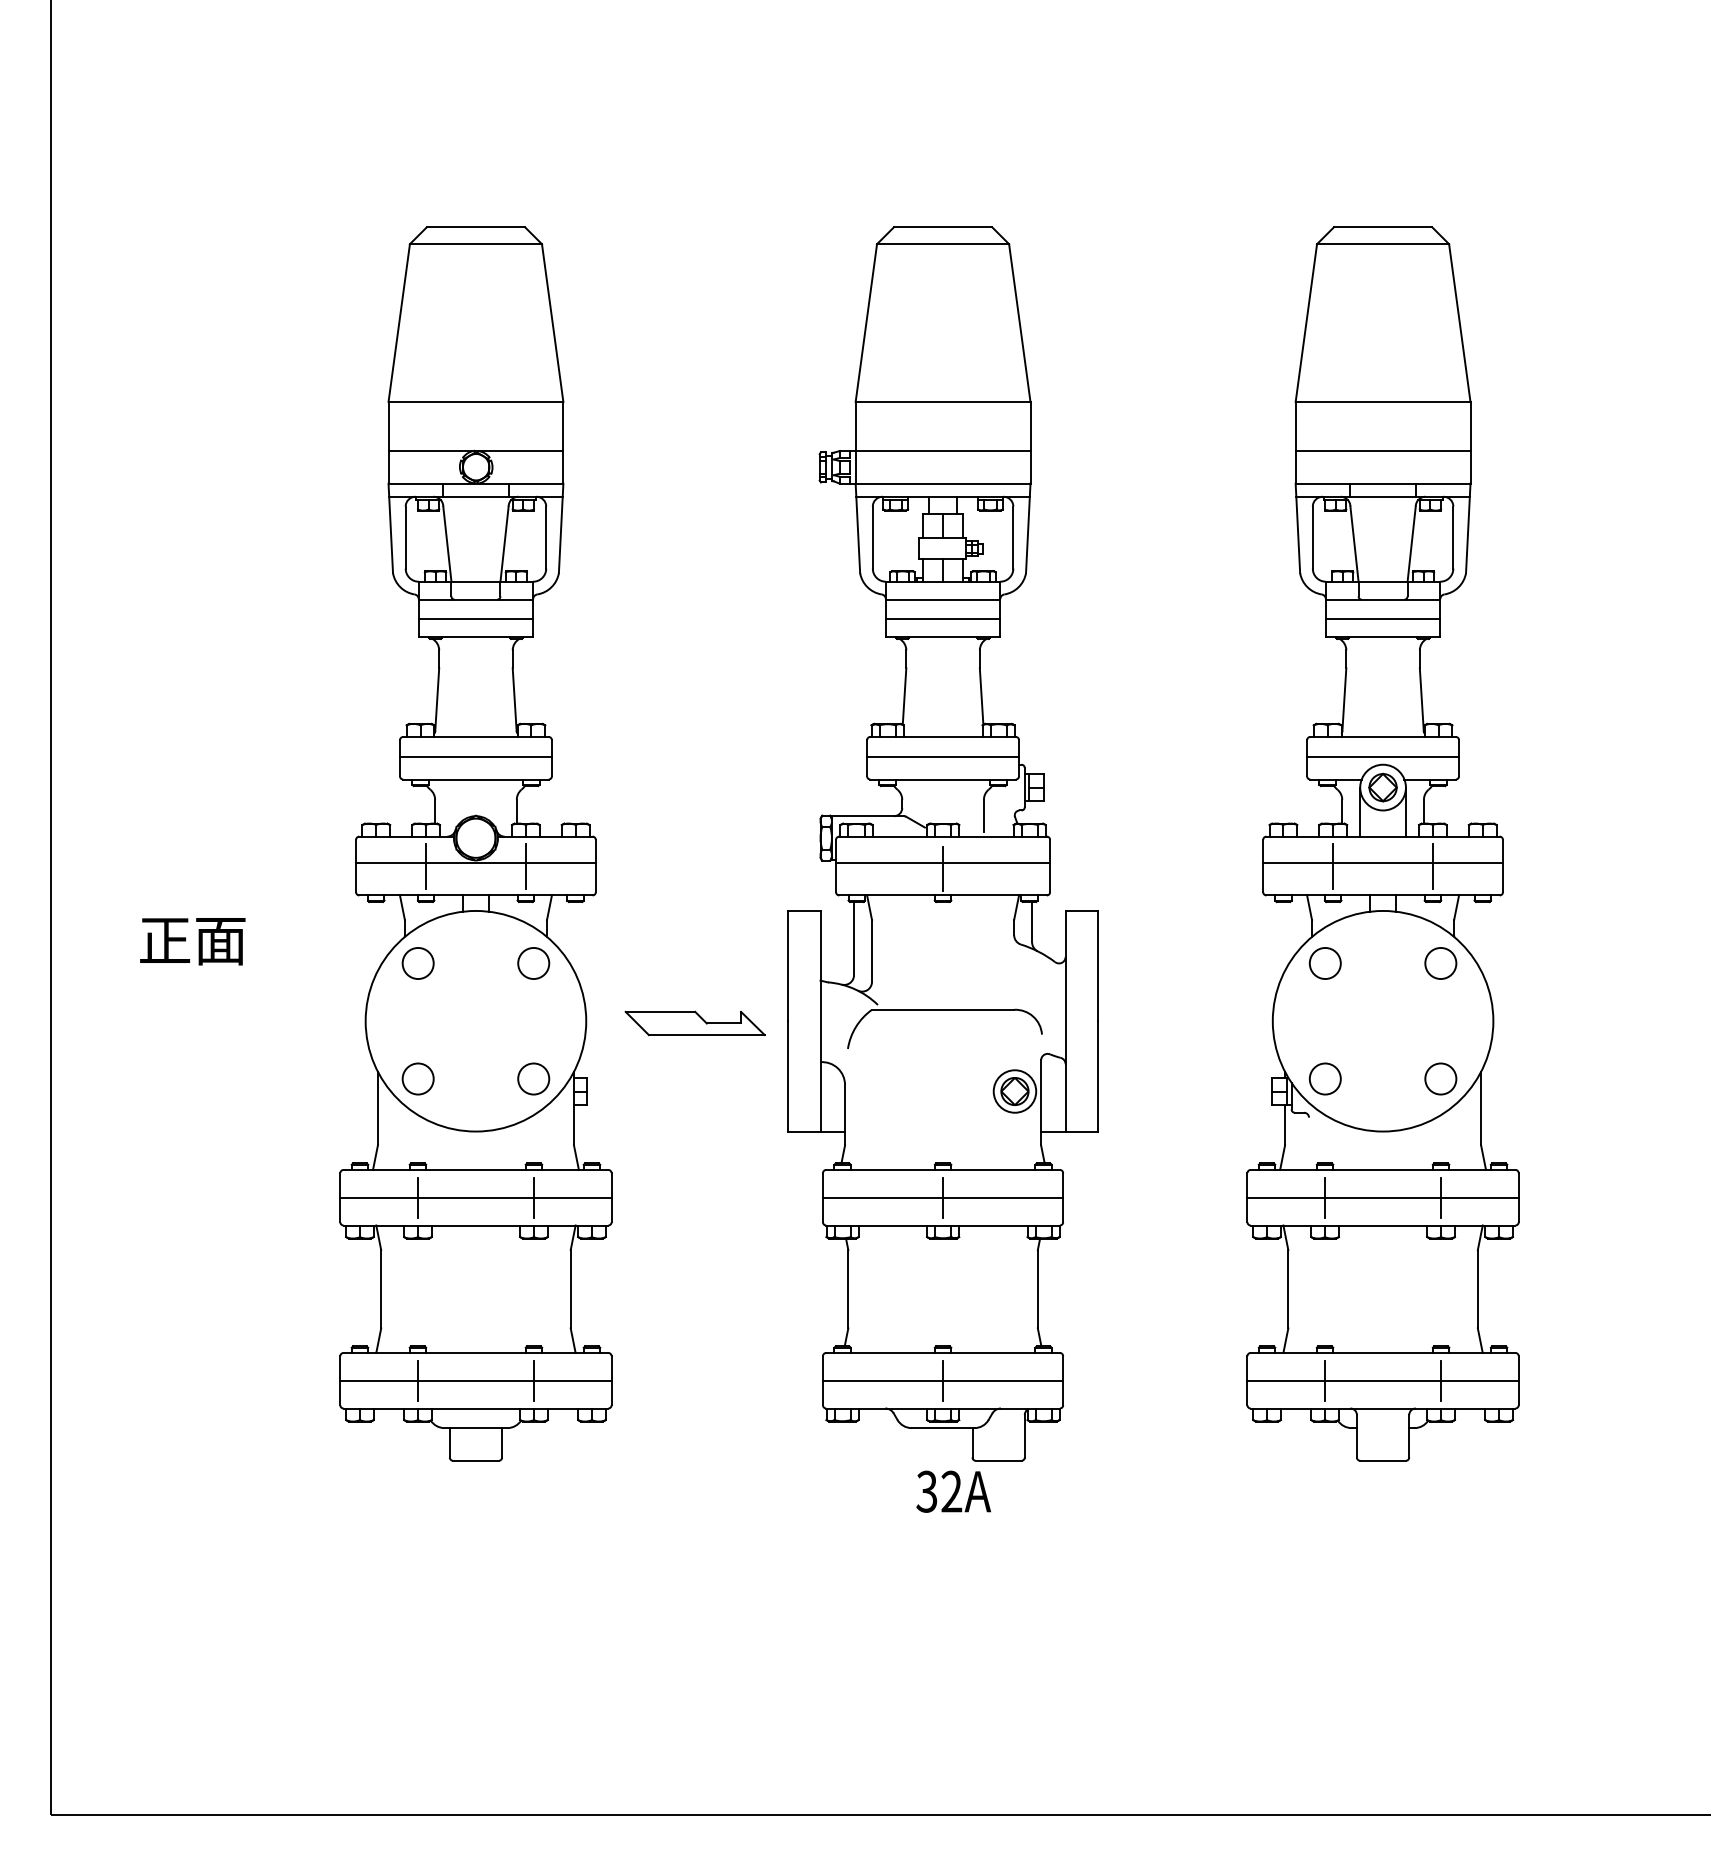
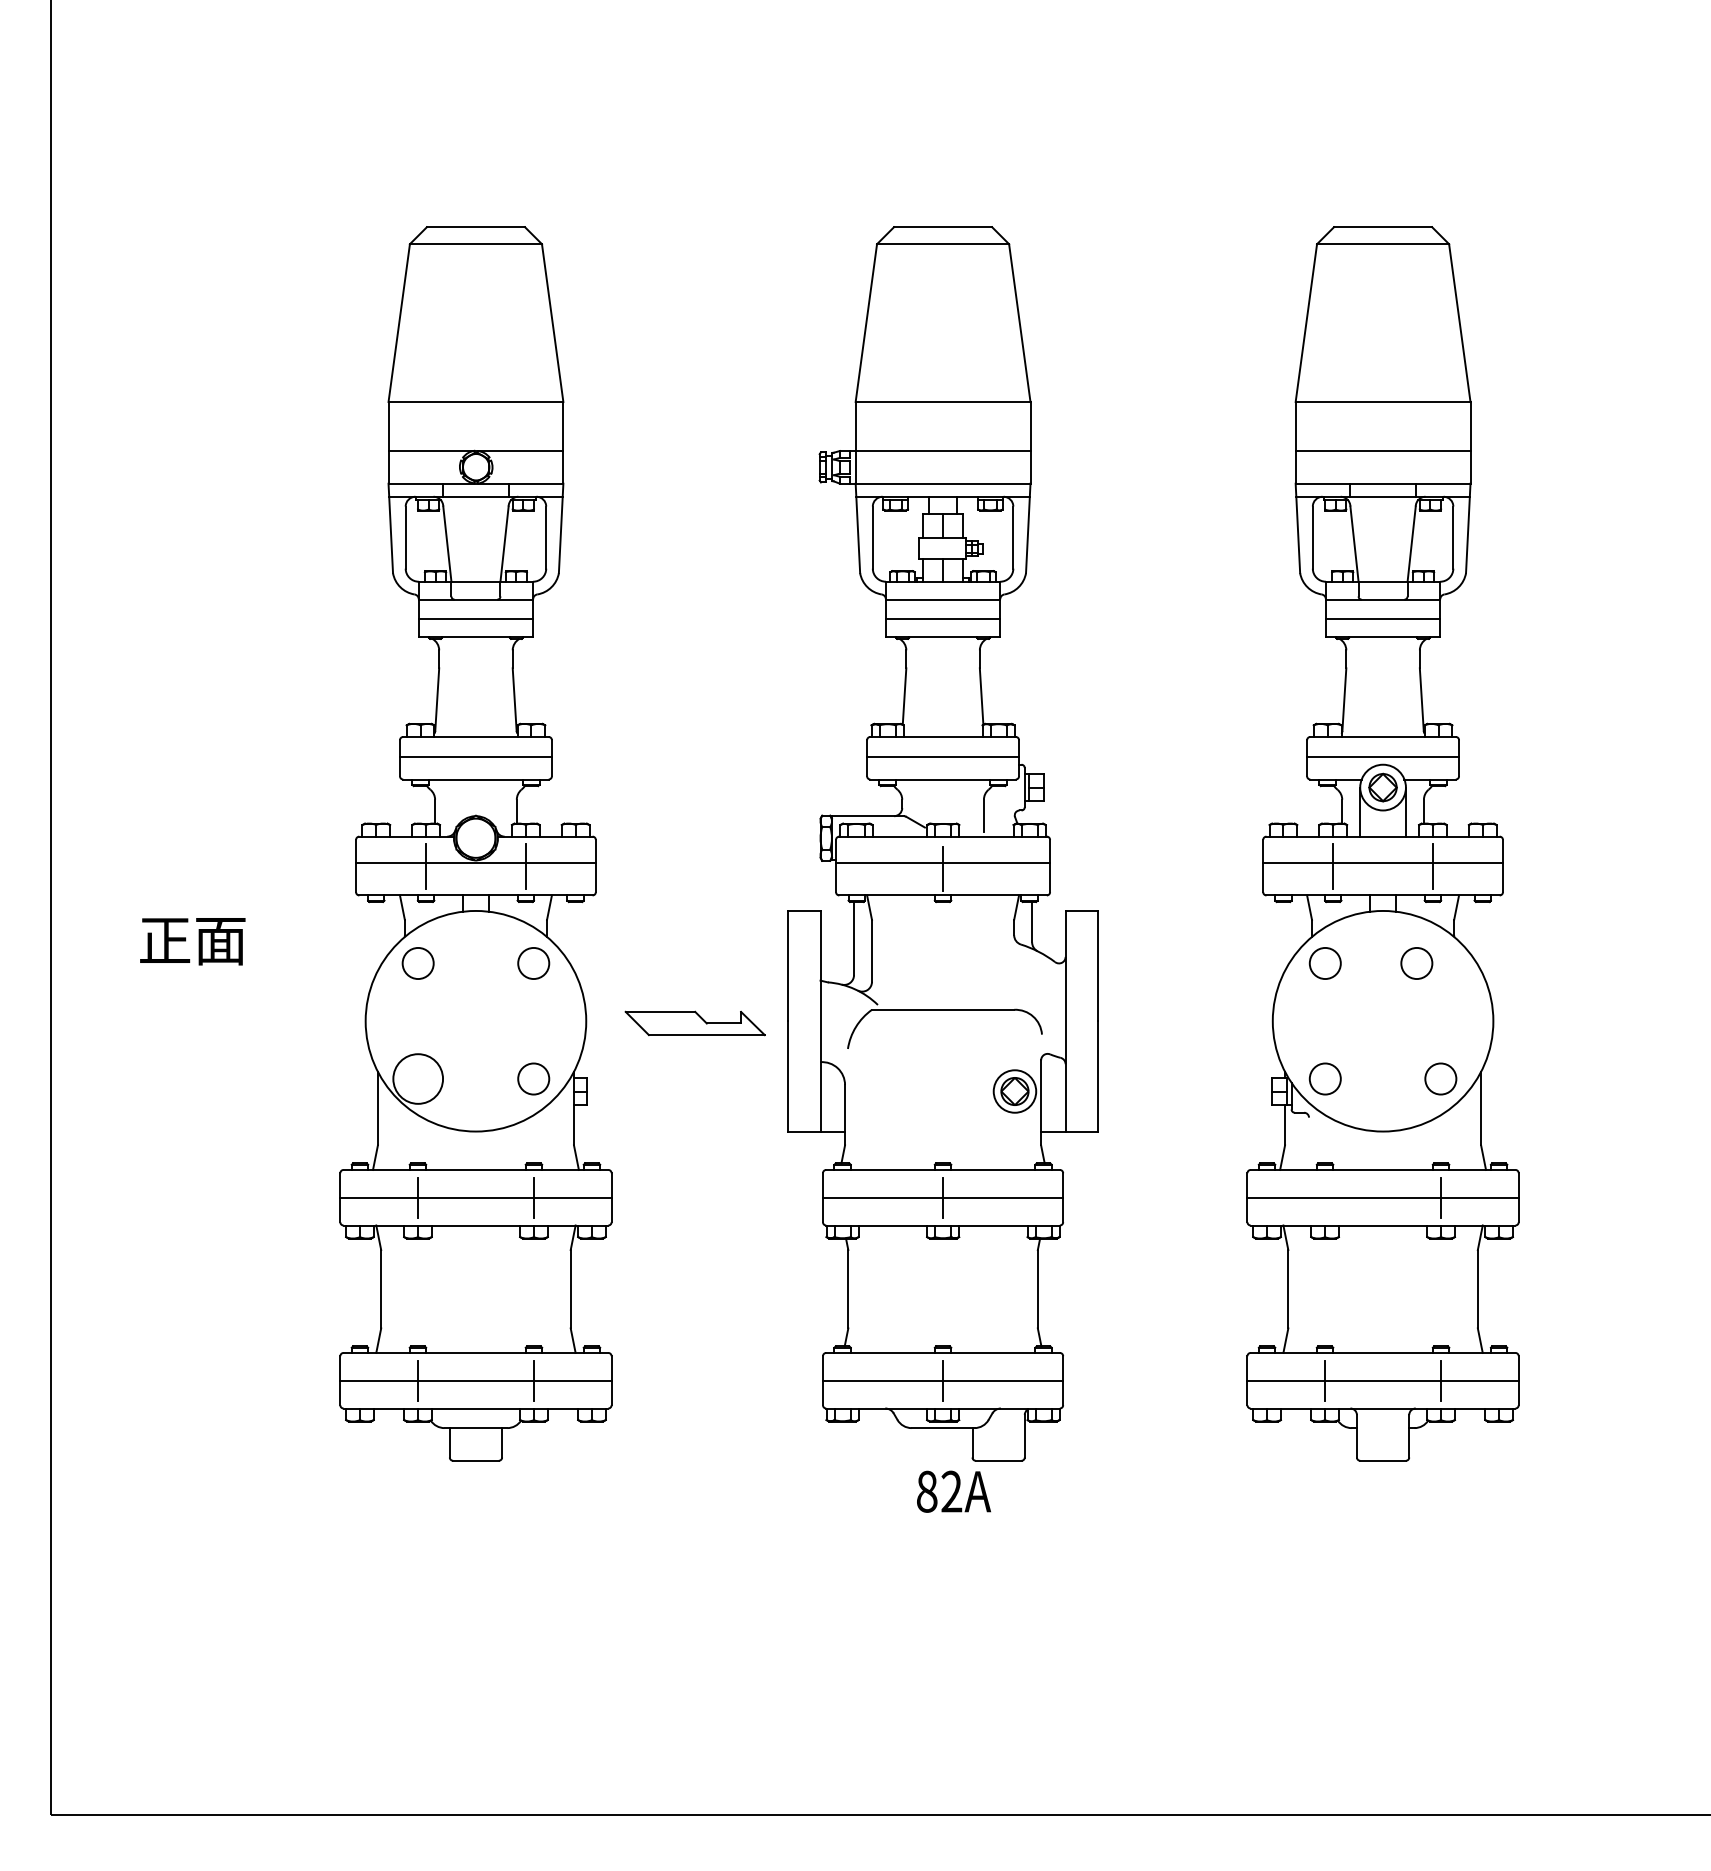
circle at (1440, 963) position: (1440, 963) -> (1416, 963)
circle at (417, 1078) diameter: 31 px -> 50 px
line at (1325, 1197): present -> none
text at (926, 1491): 32A -> 82A
